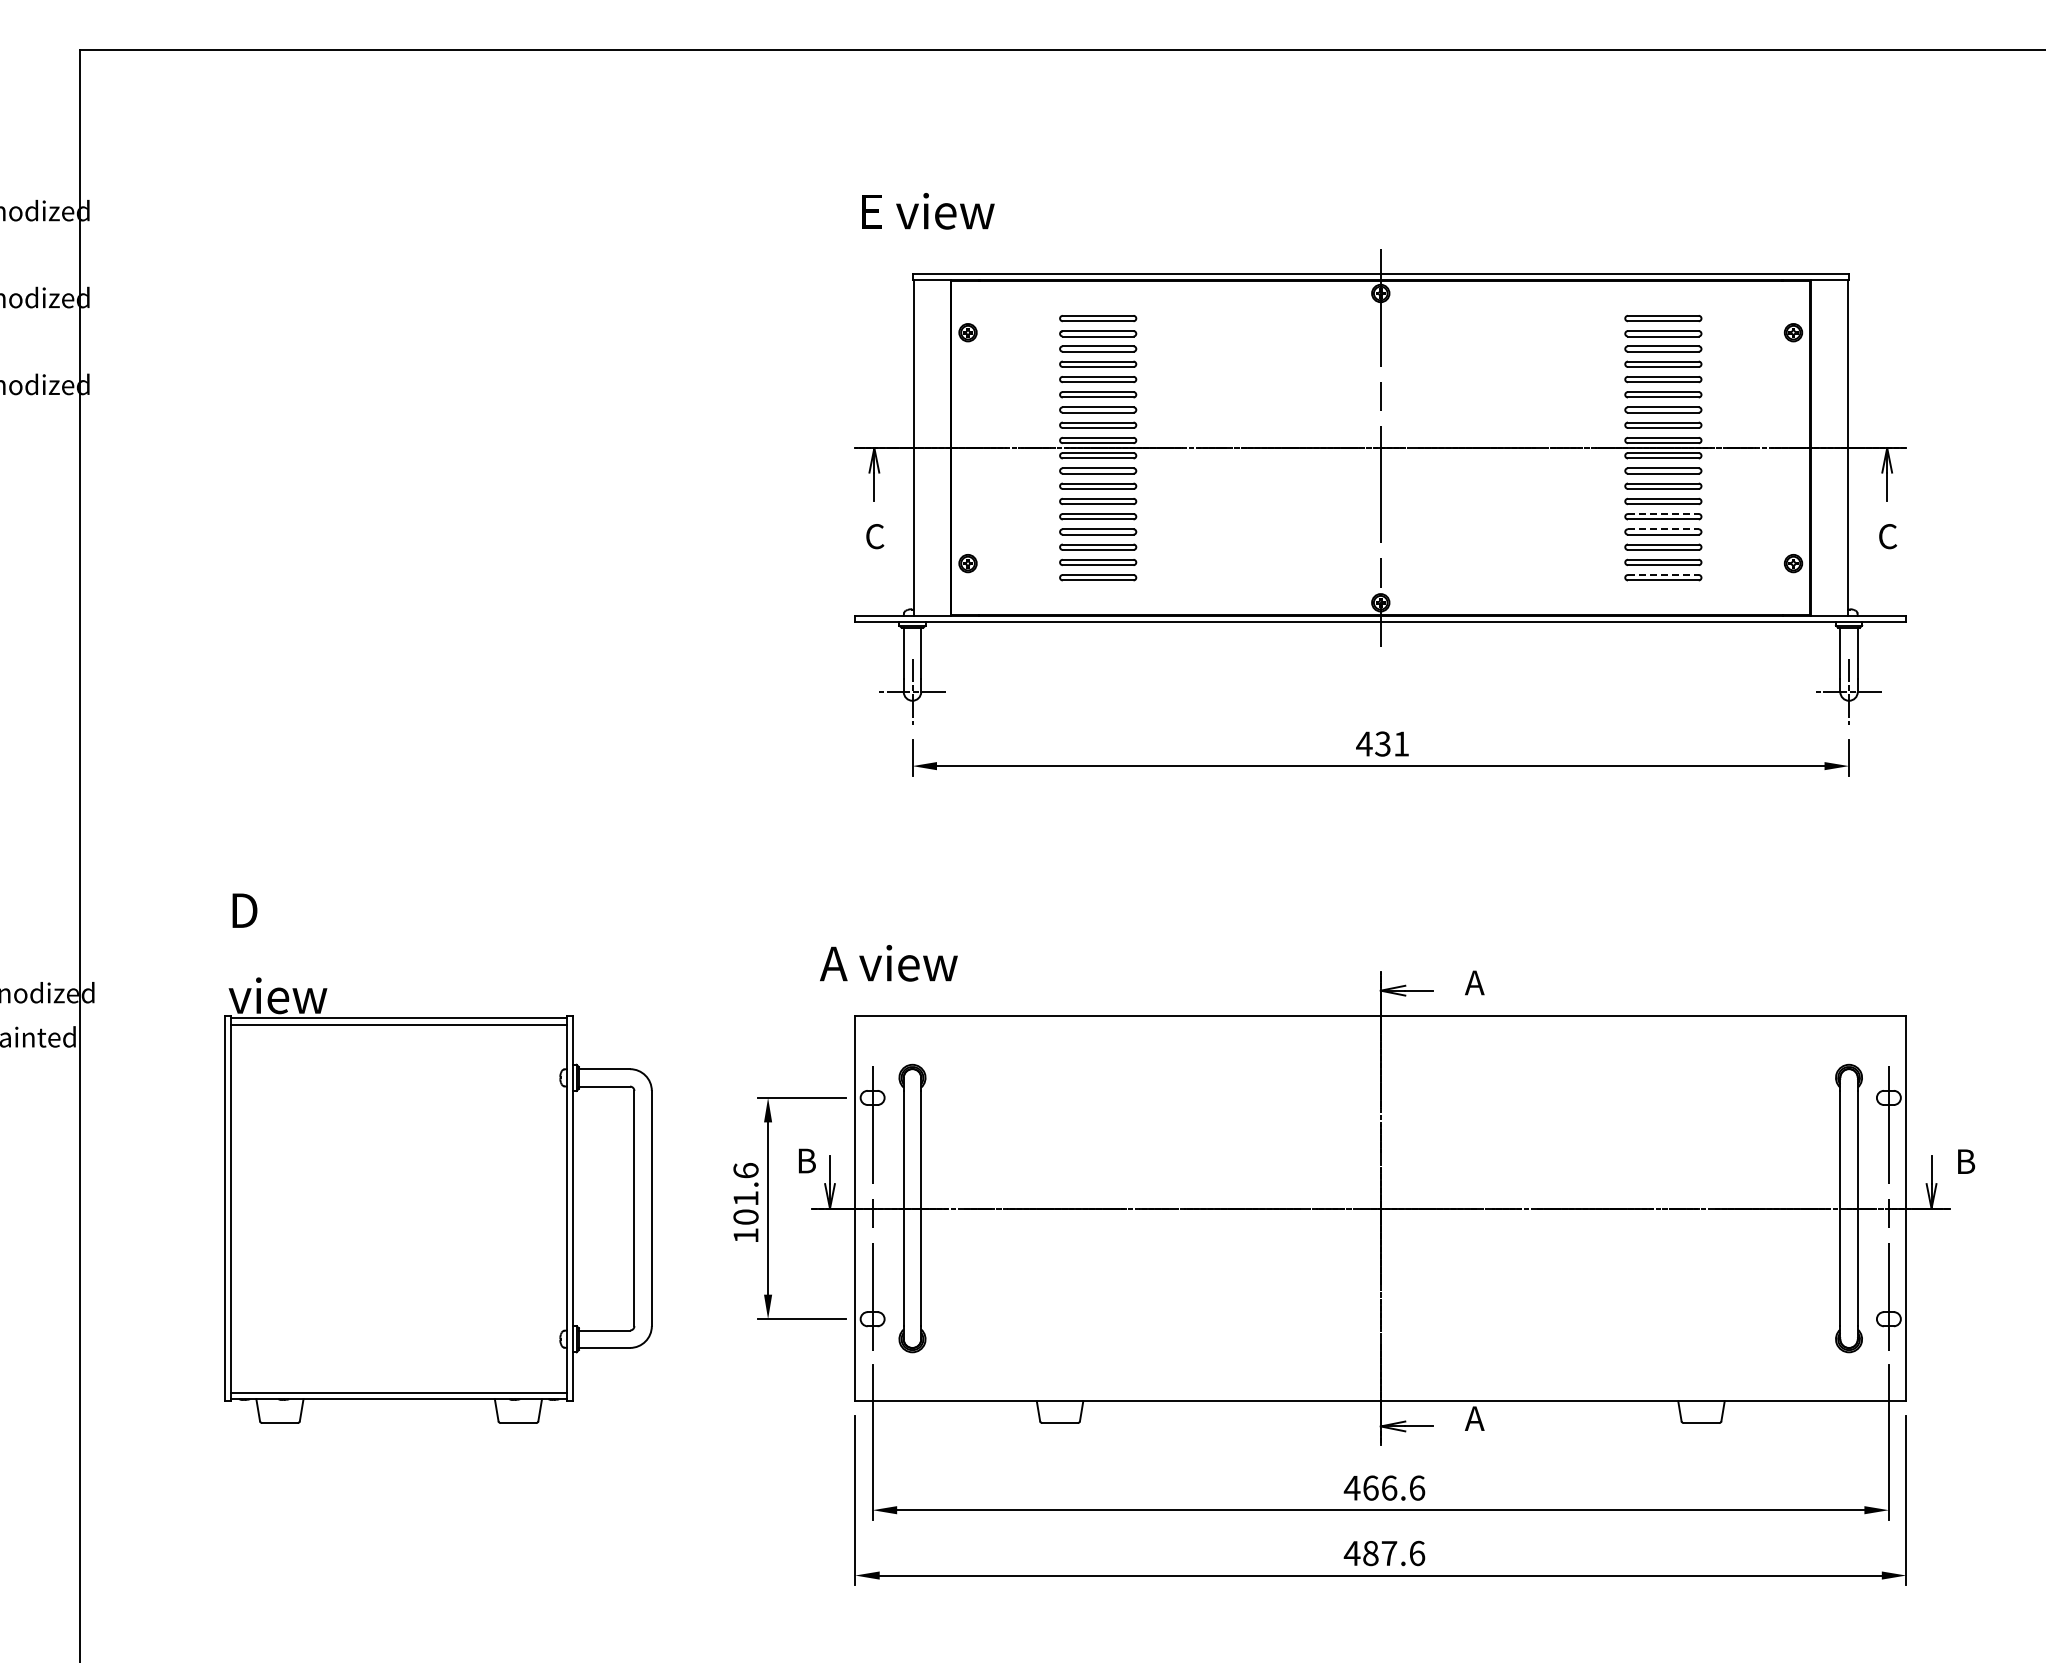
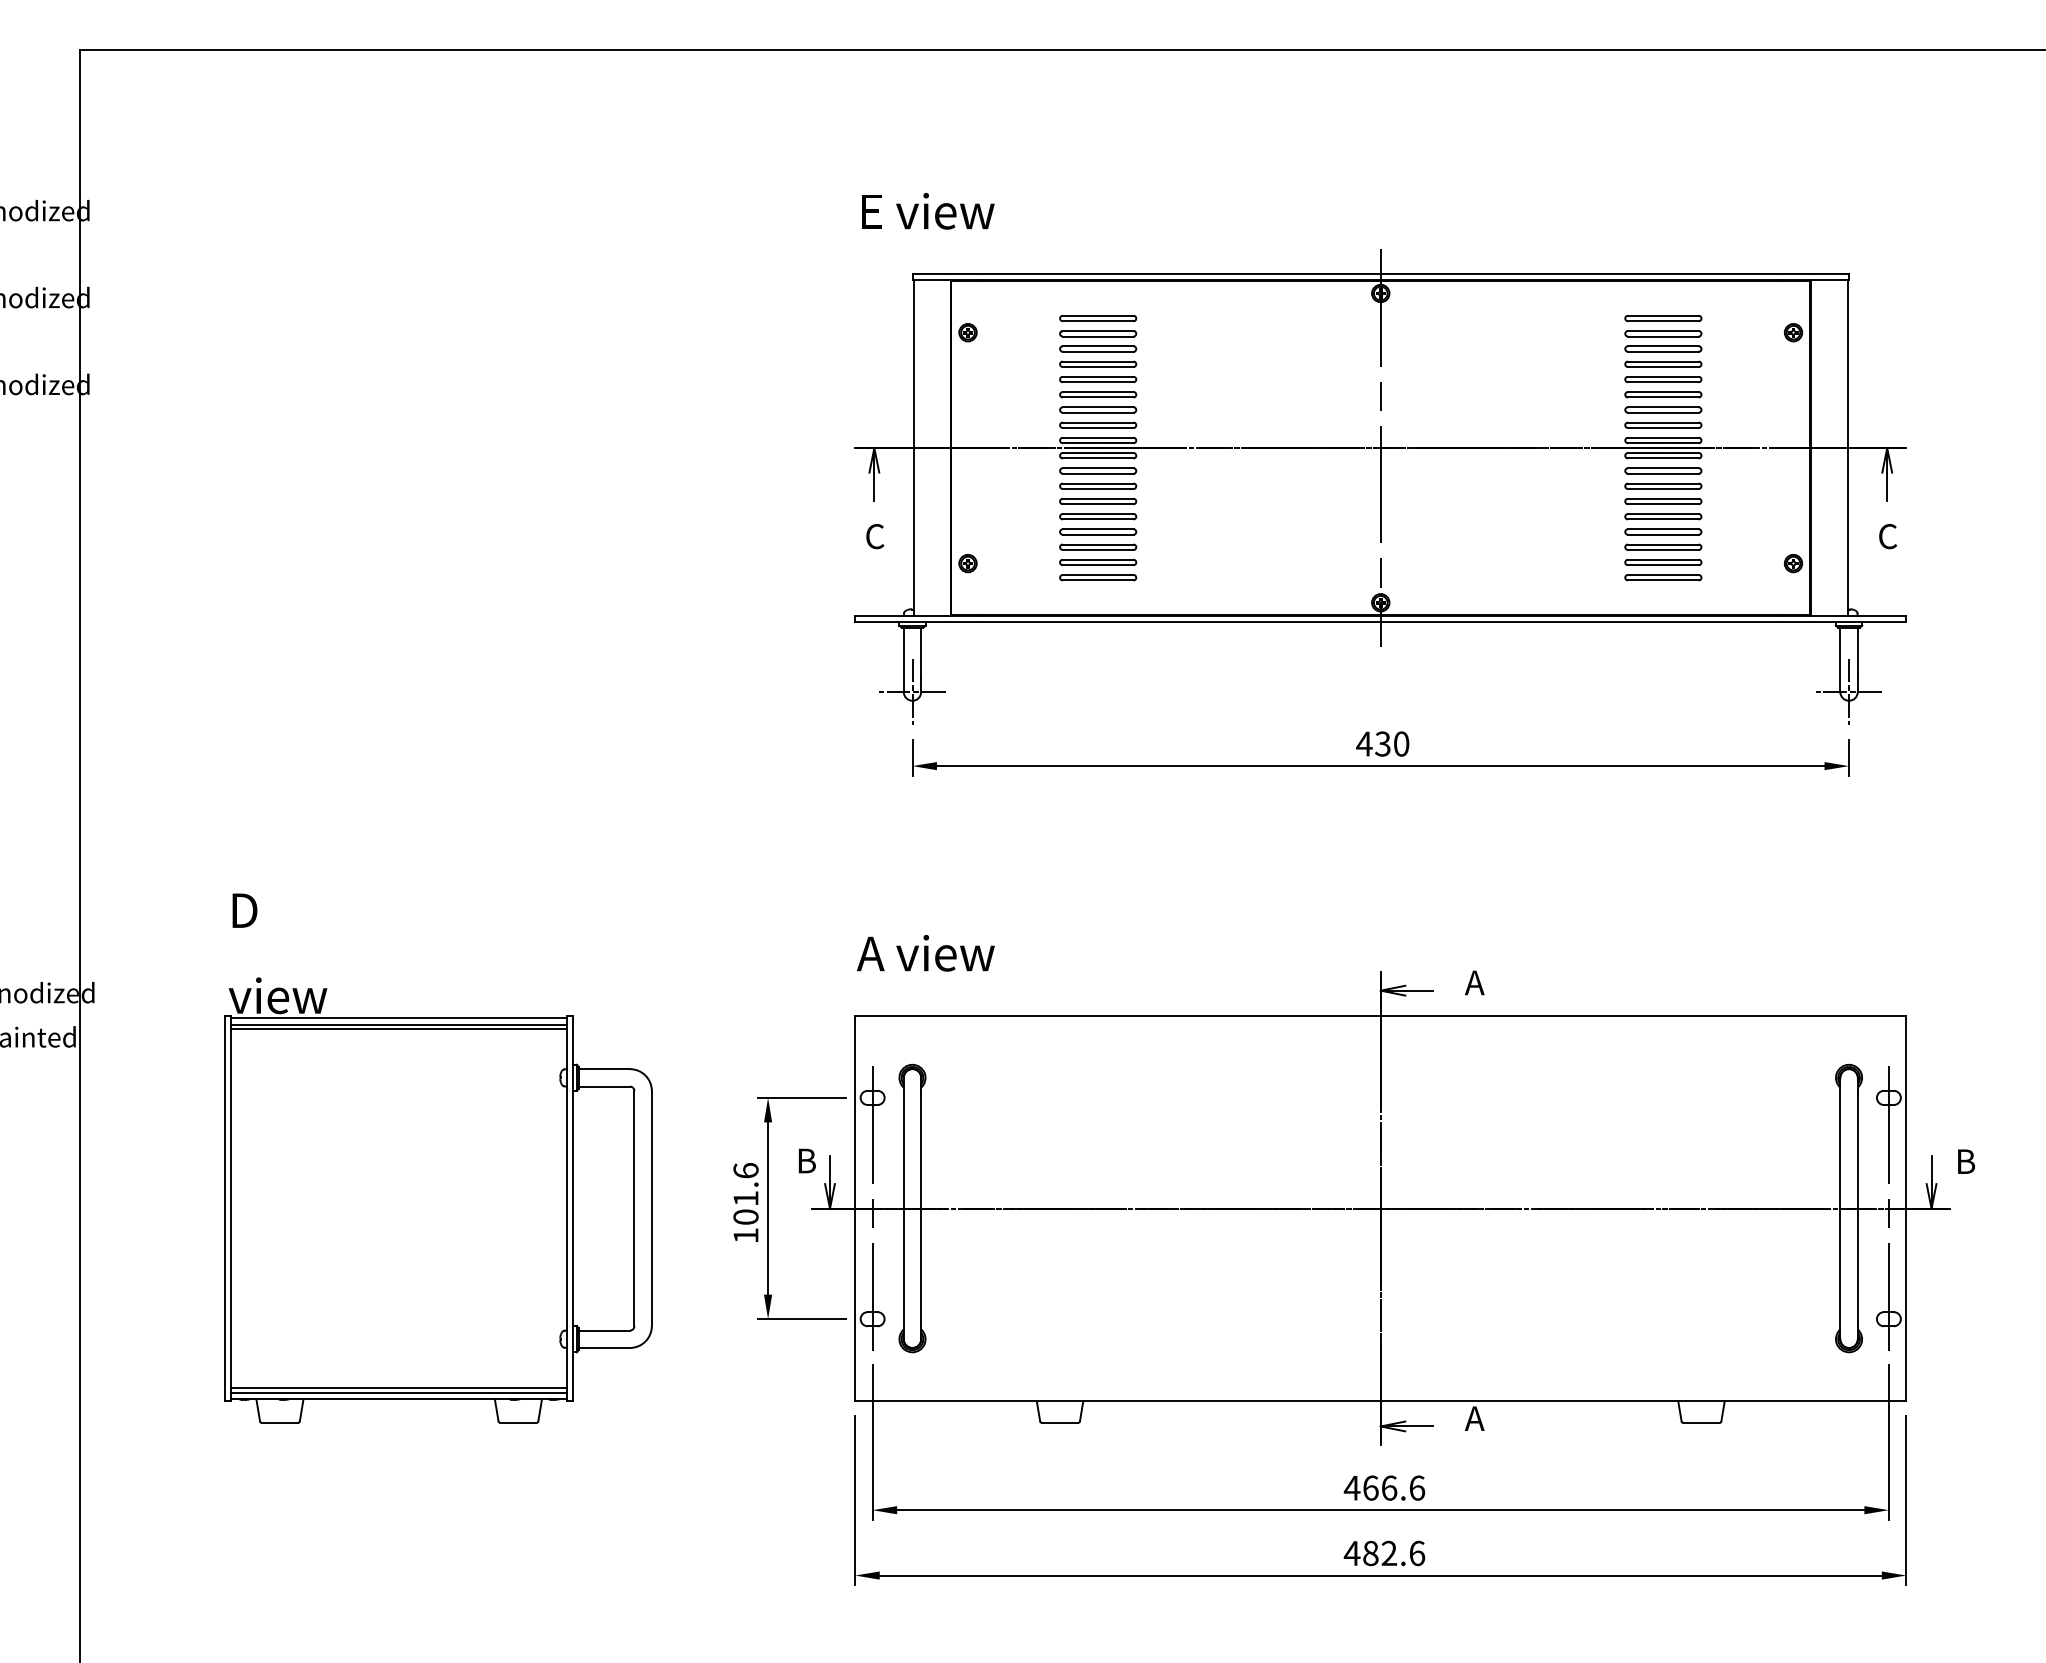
line at (1663, 514): dashed -> solid
line at (1663, 529): dashed -> solid
line at (1663, 575): dashed -> solid
text at (1401, 743): 431 -> 430
text at (888, 963) position: (888, 963) -> (925, 953)
line at (398, 1028): none -> present
line at (398, 1388): none -> present
text at (1389, 1552): 487.6 -> 482.6
